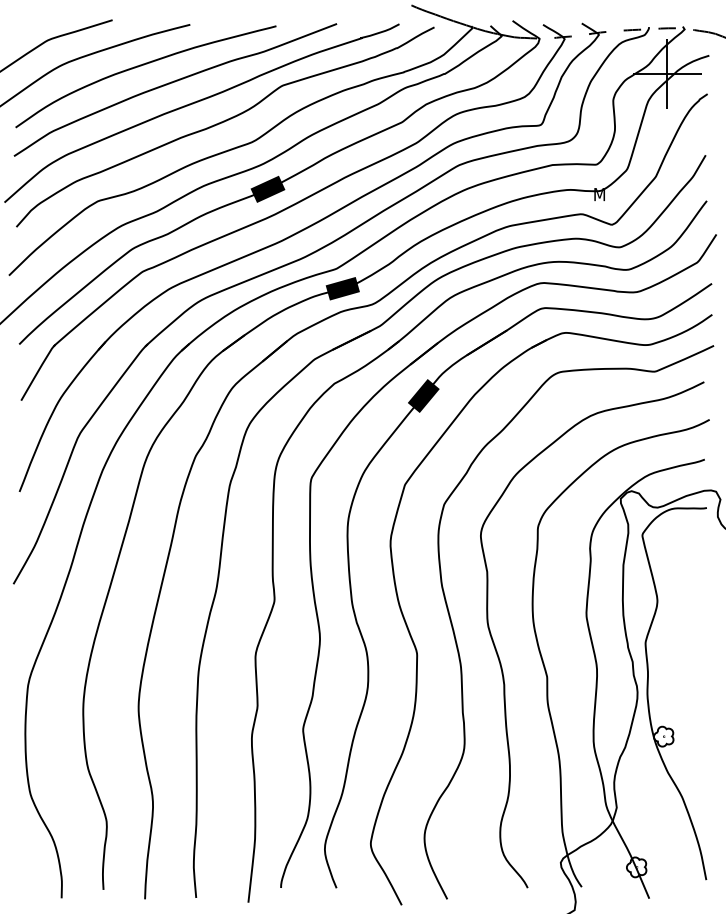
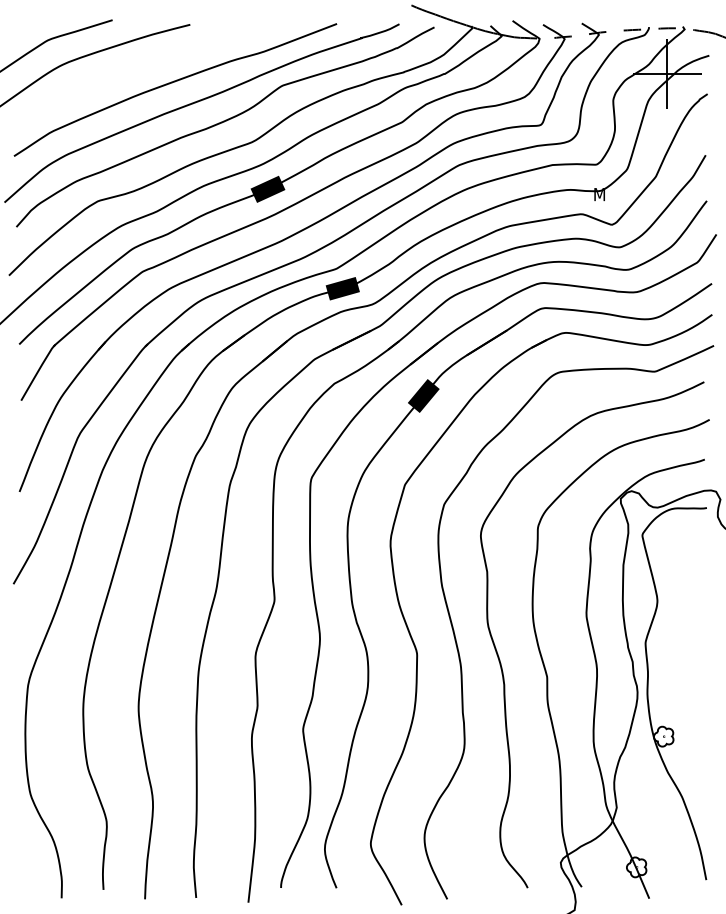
curve at (141, 66): present -> none
